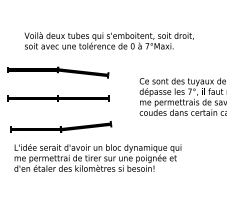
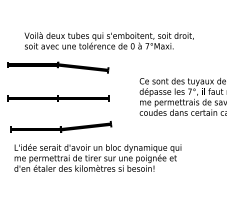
part at (58, 72) position: (58, 72) -> (58, 67)
